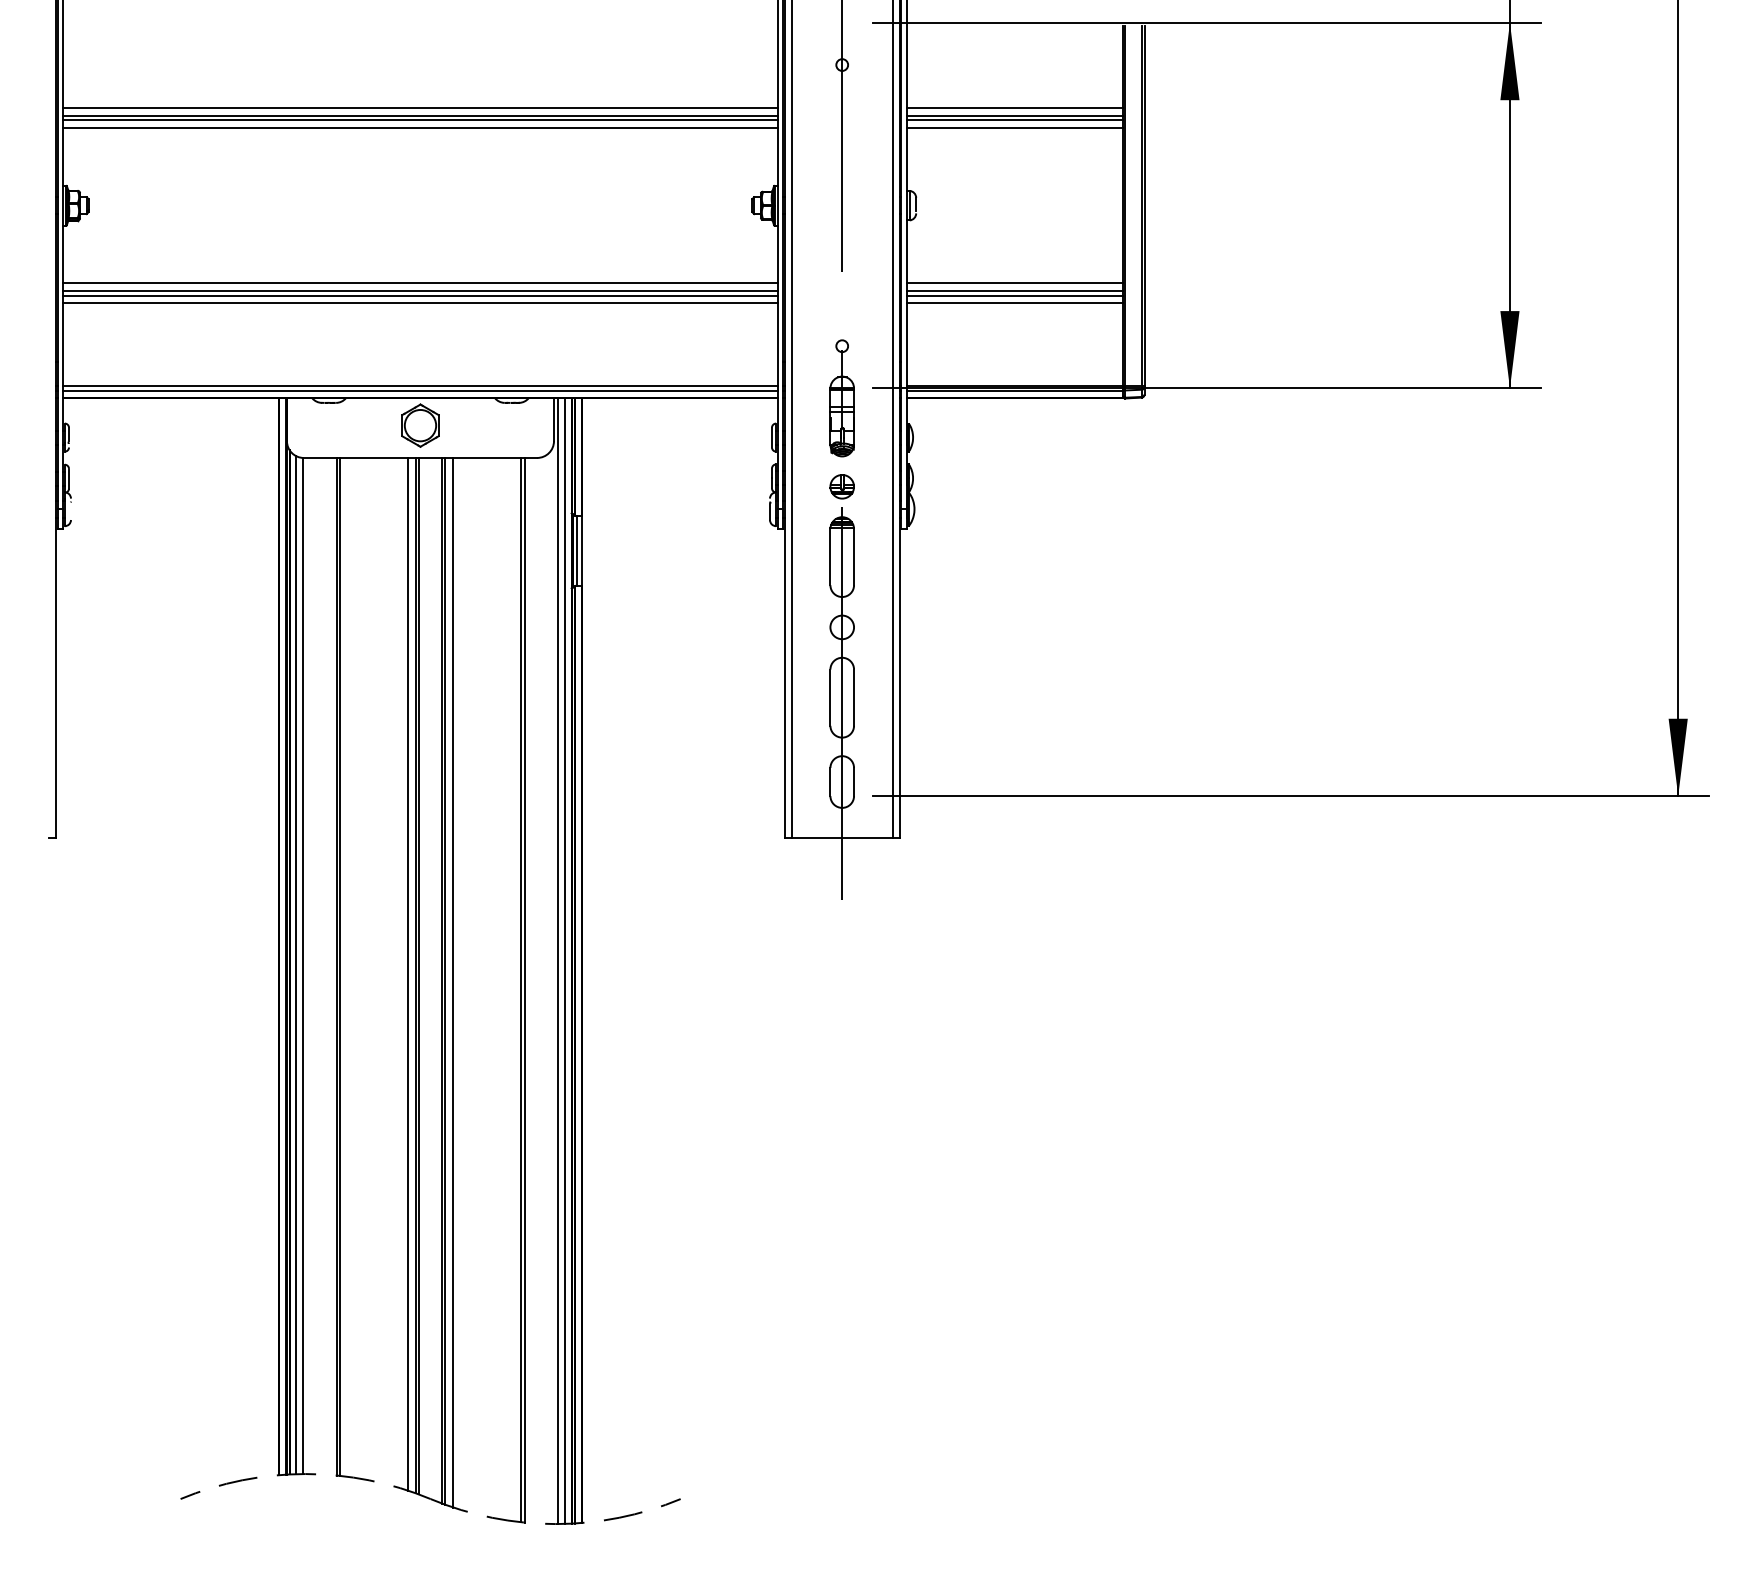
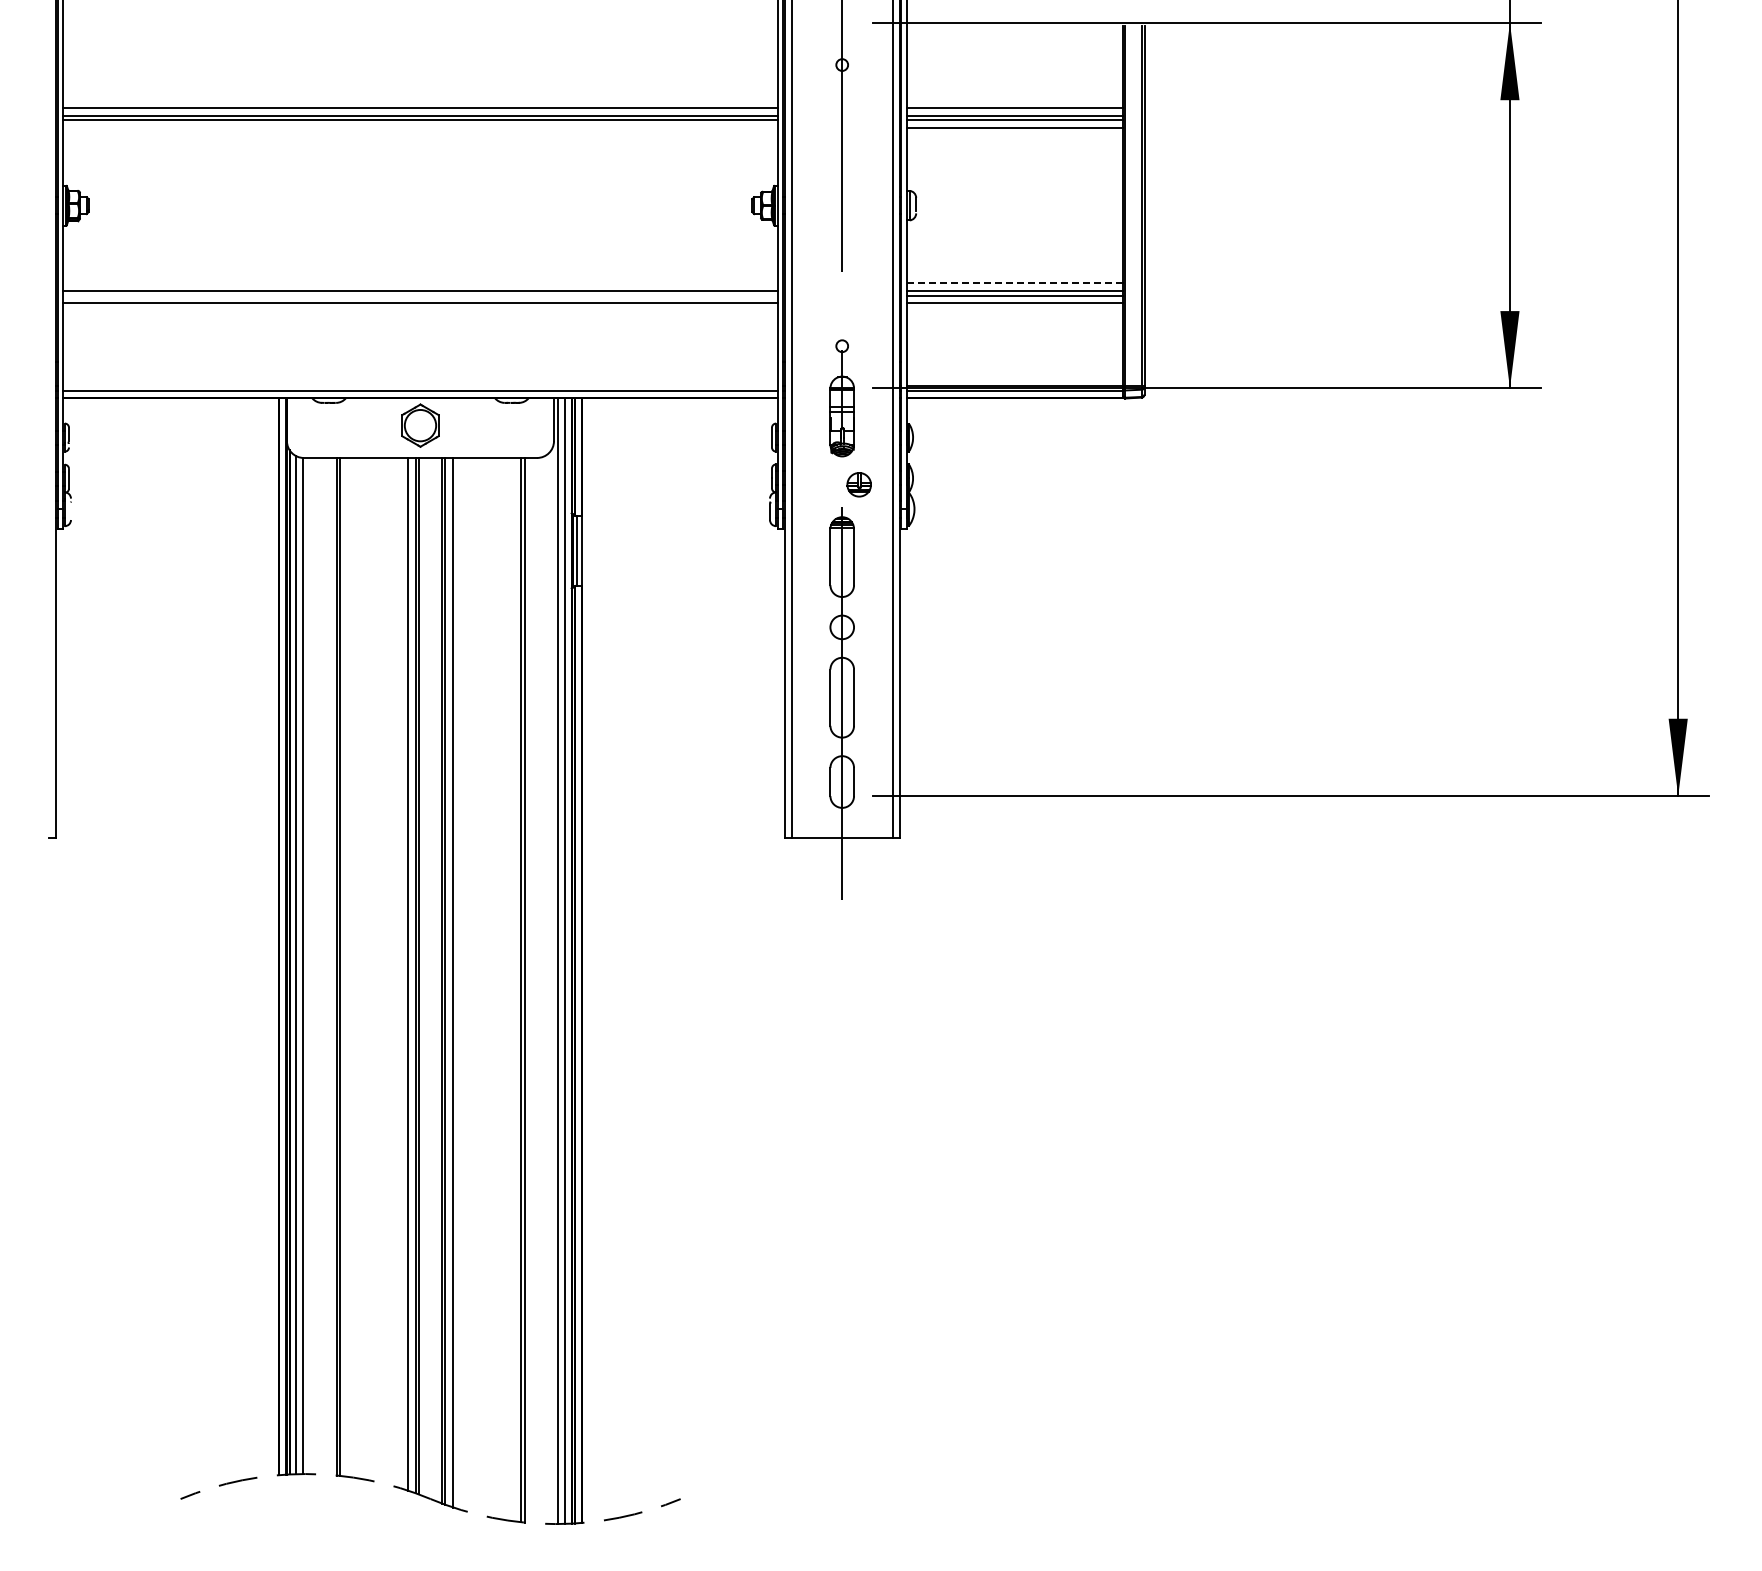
line at (420, 127): present -> none
line at (420, 283): present -> none
line at (1015, 283): solid -> dashed
line at (420, 295): present -> none
line at (420, 385): present -> none
part at (841, 486) position: (841, 486) -> (858, 484)
